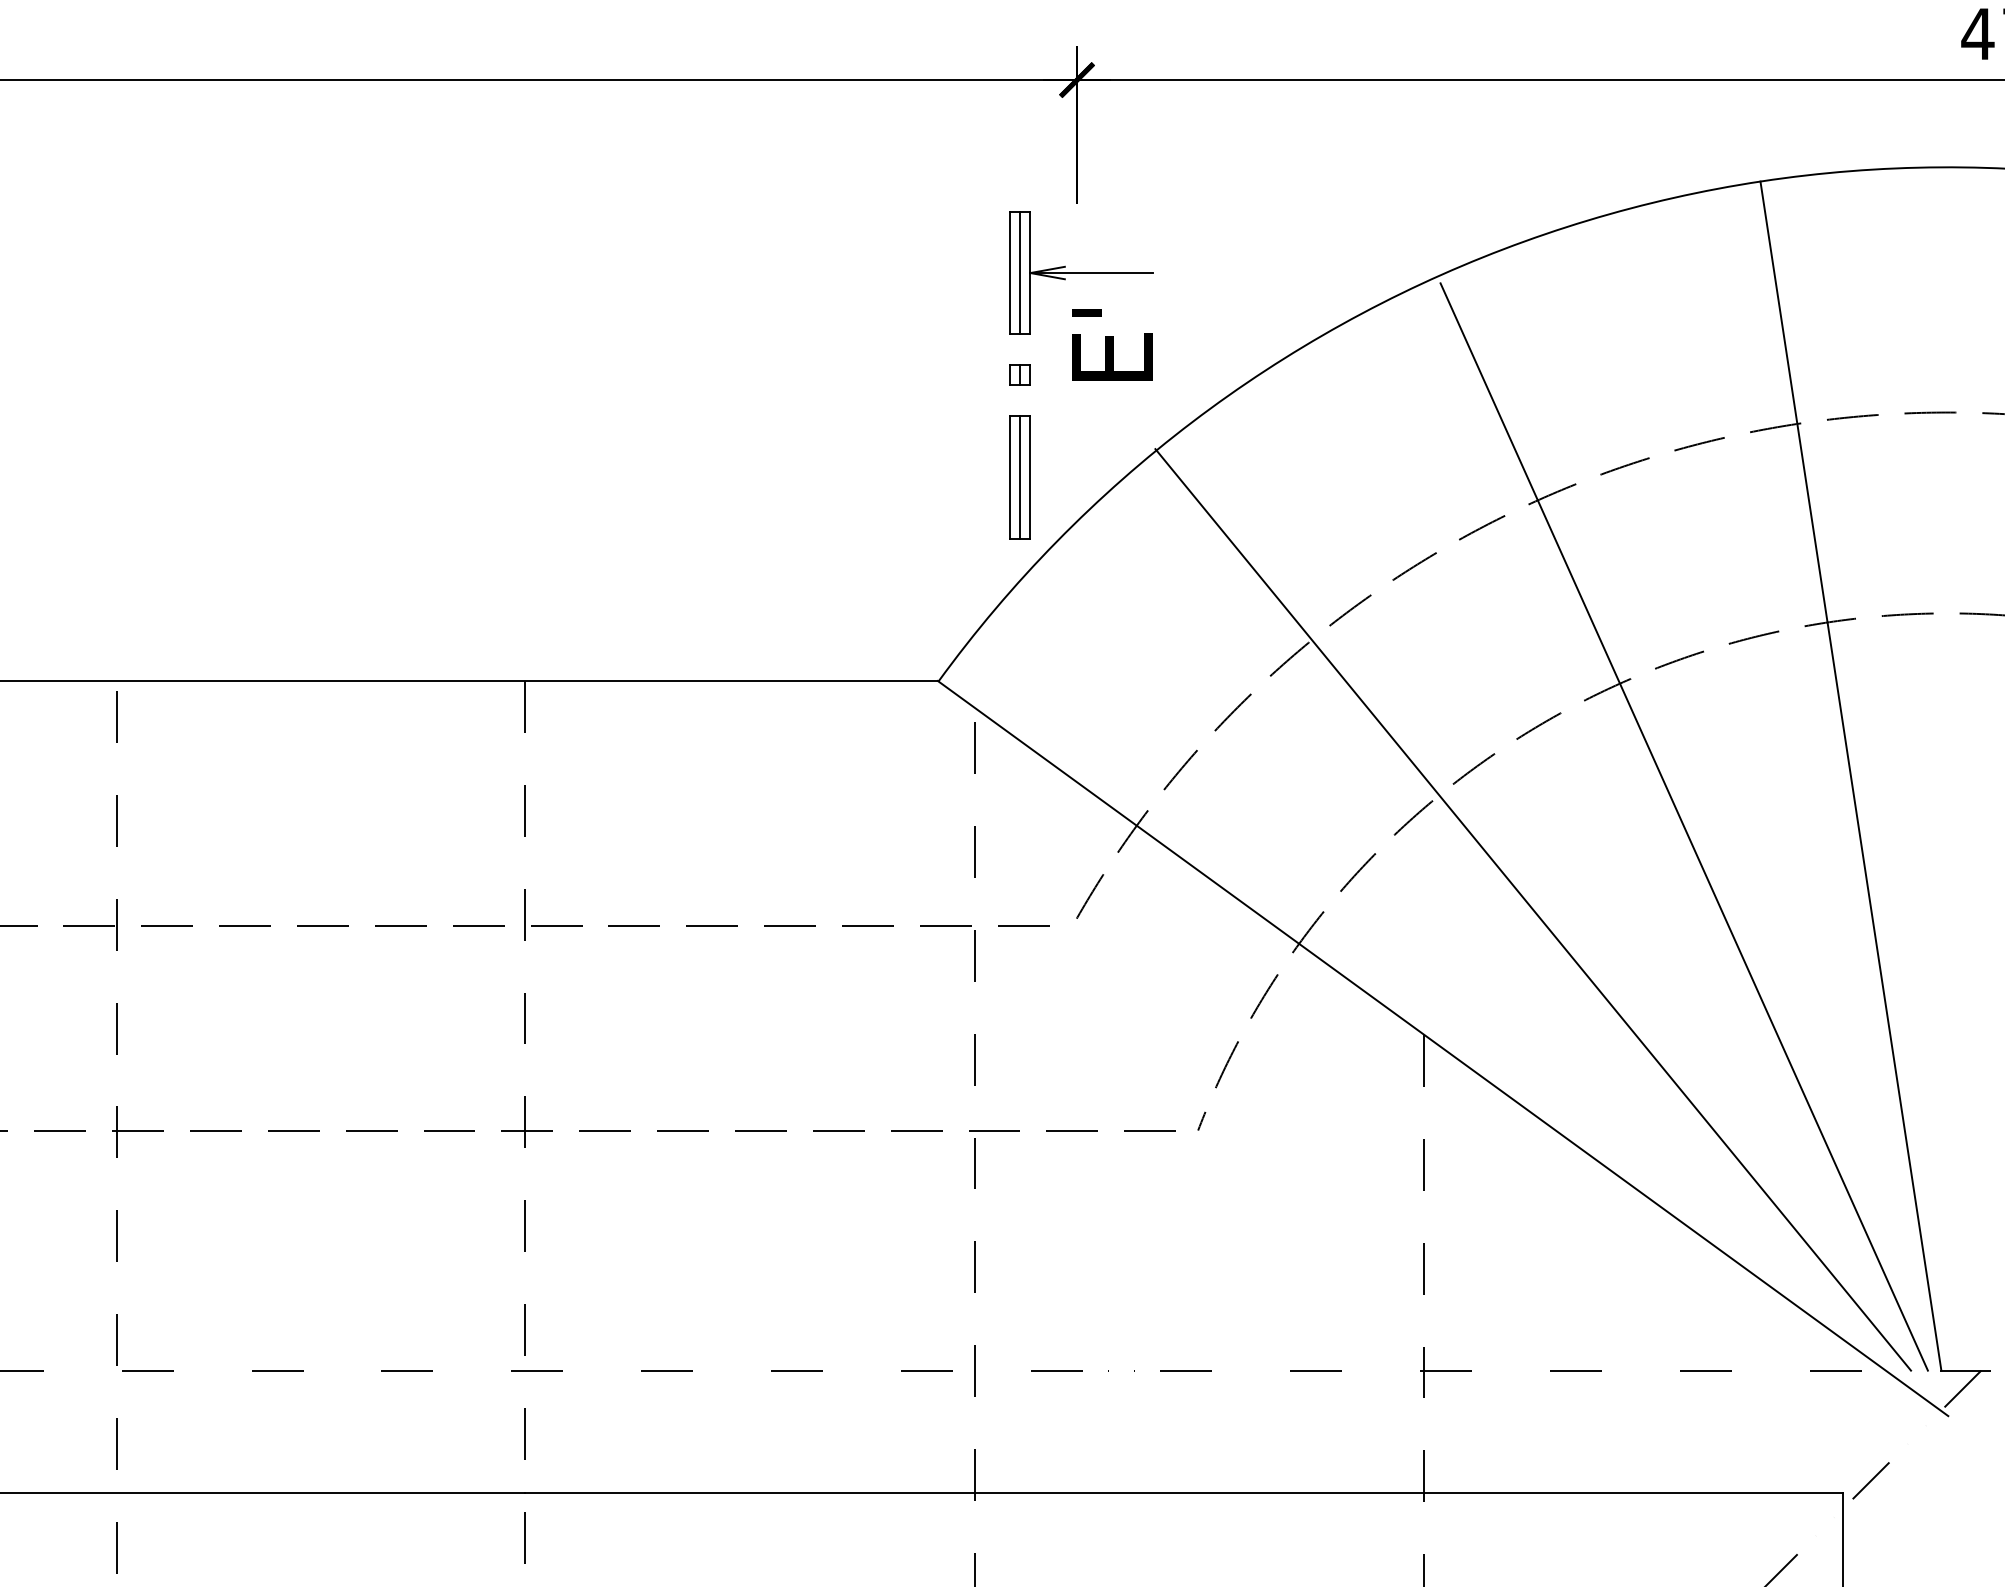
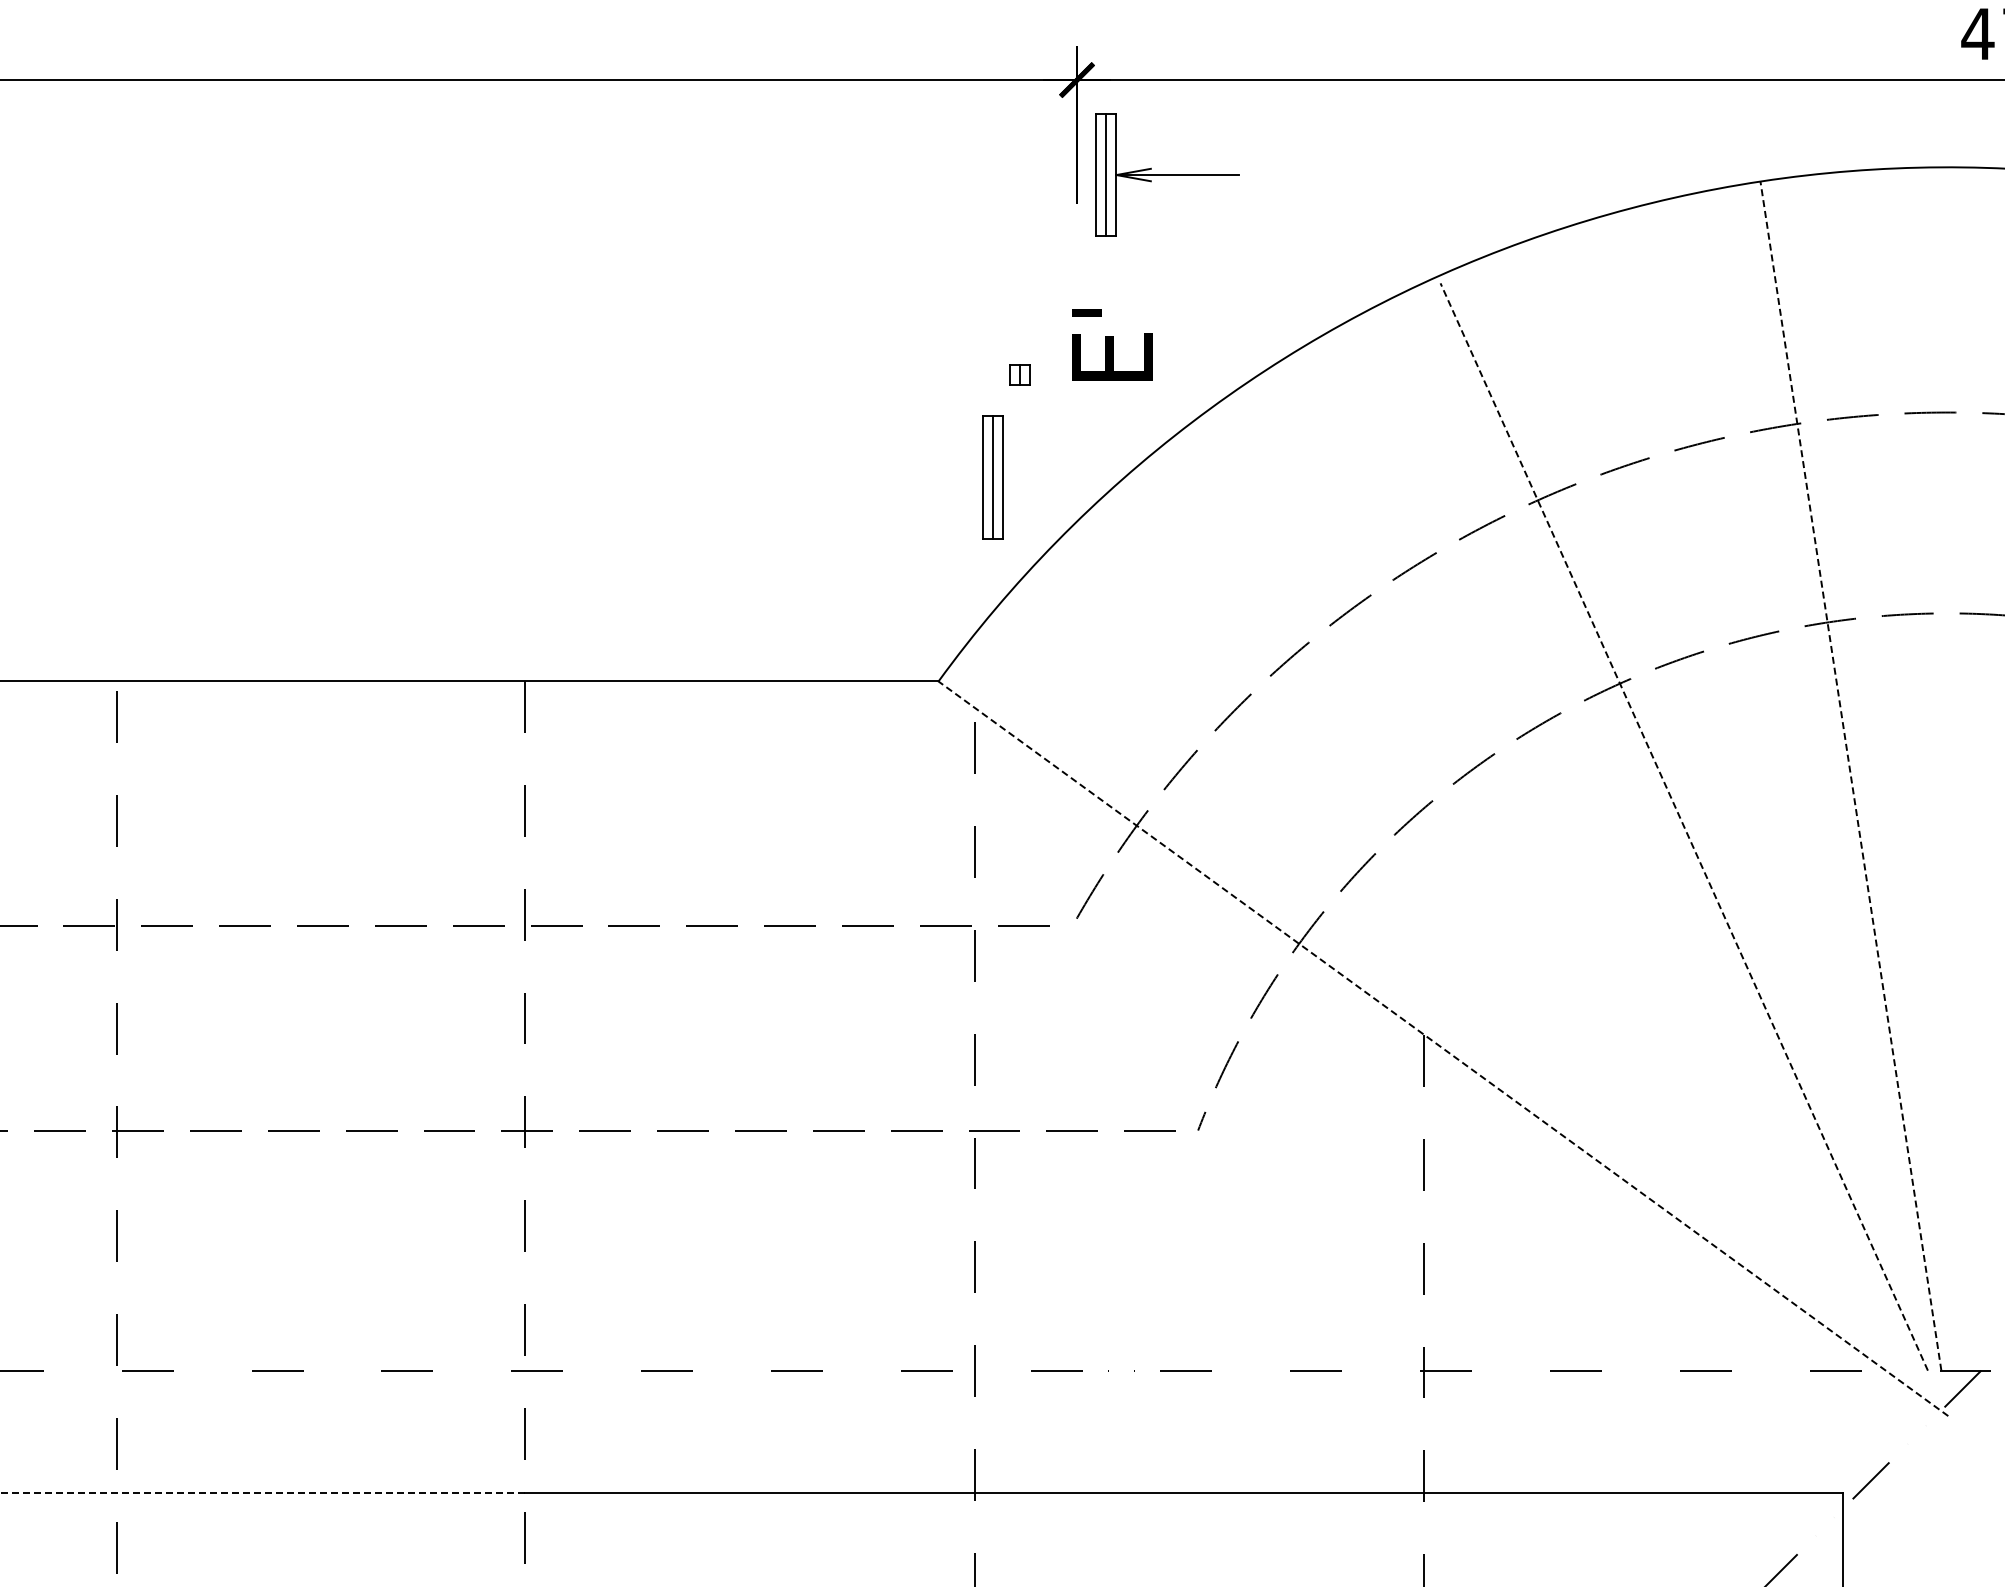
part at (1081, 272) position: (1081, 272) -> (1167, 174)
part at (1019, 477) position: (1019, 477) -> (992, 477)
line at (1850, 775): solid -> dashed
line at (1684, 827): solid -> dashed
line at (1533, 909): present -> none
line at (1443, 1048): solid -> dashed
line at (262, 1493): solid -> dashed
